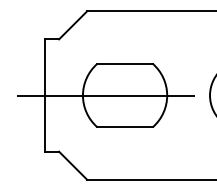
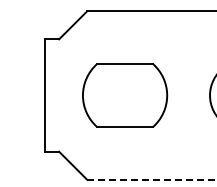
line at (114, 95): present -> none
line at (152, 179): solid -> dashed
